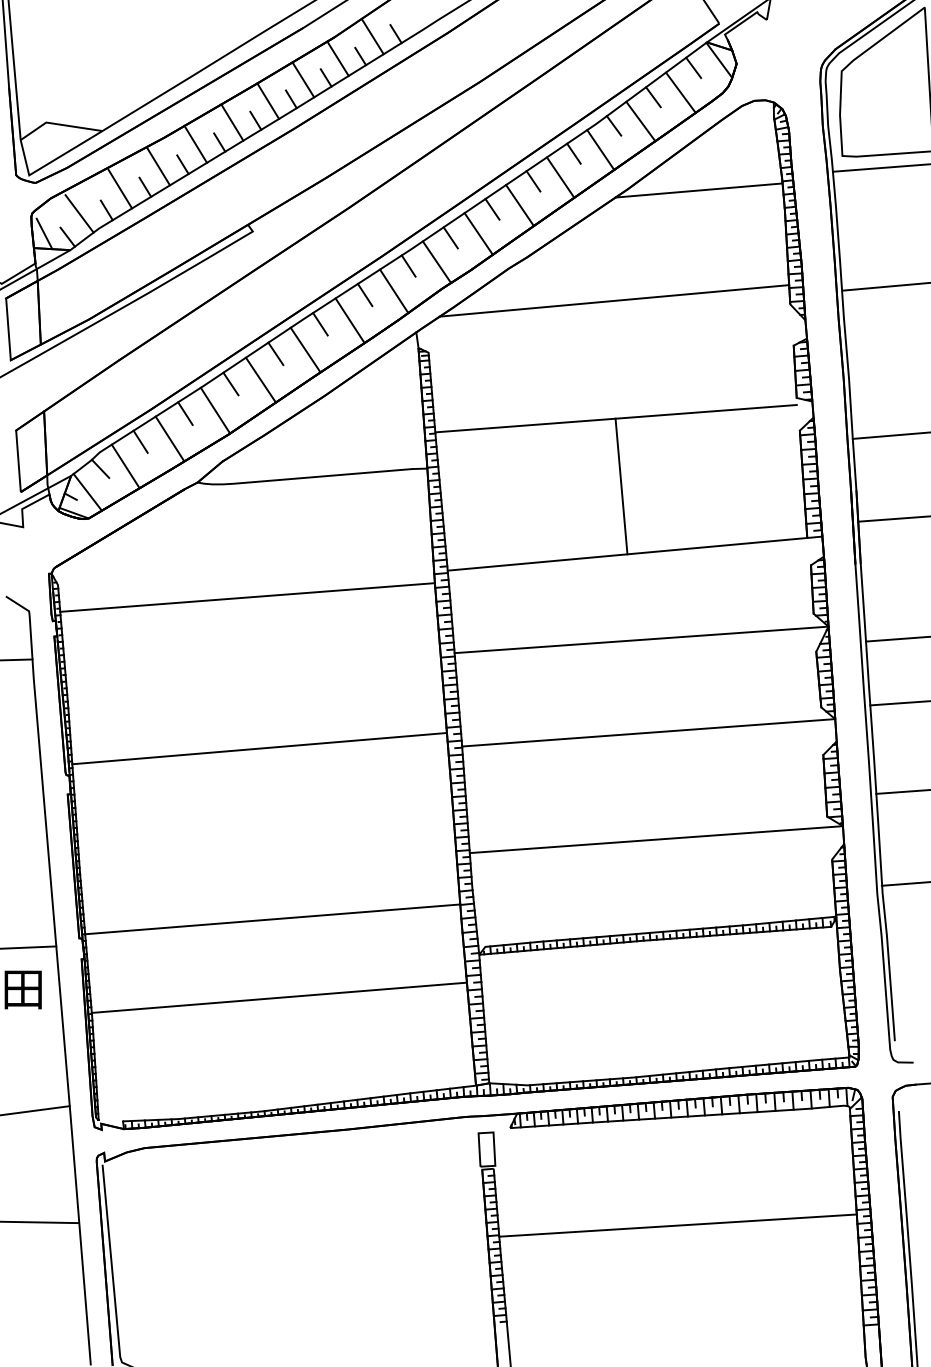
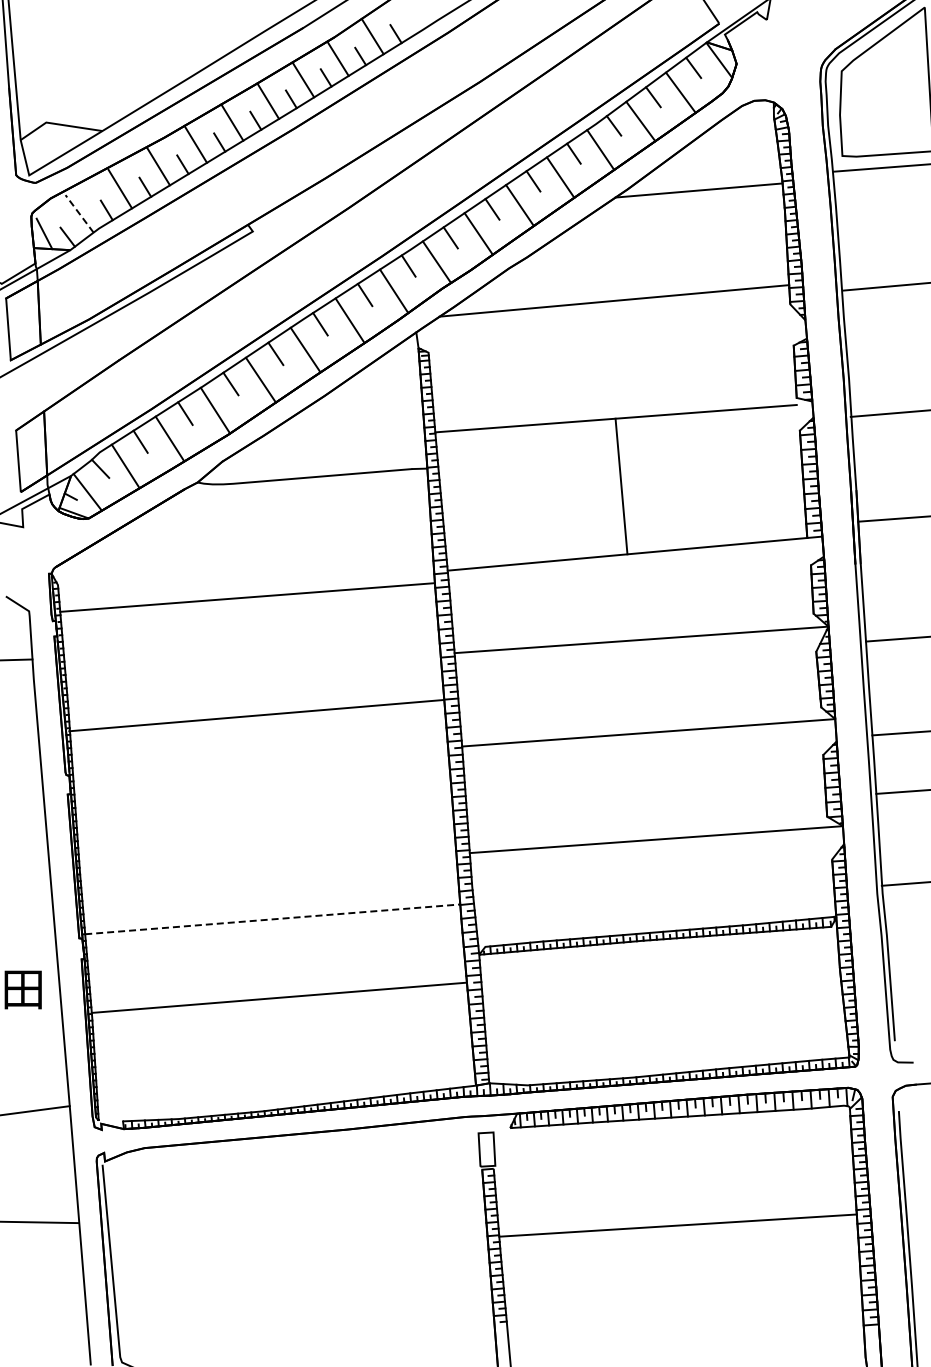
line at (79, 213): solid -> dashed
line at (889, 435) position: (889, 435) -> (888, 413)
line at (898, 703) position: (898, 703) -> (899, 733)
line at (259, 748) position: (259, 748) -> (256, 715)
line at (273, 919): solid -> dashed
line at (29, 947): present -> none
